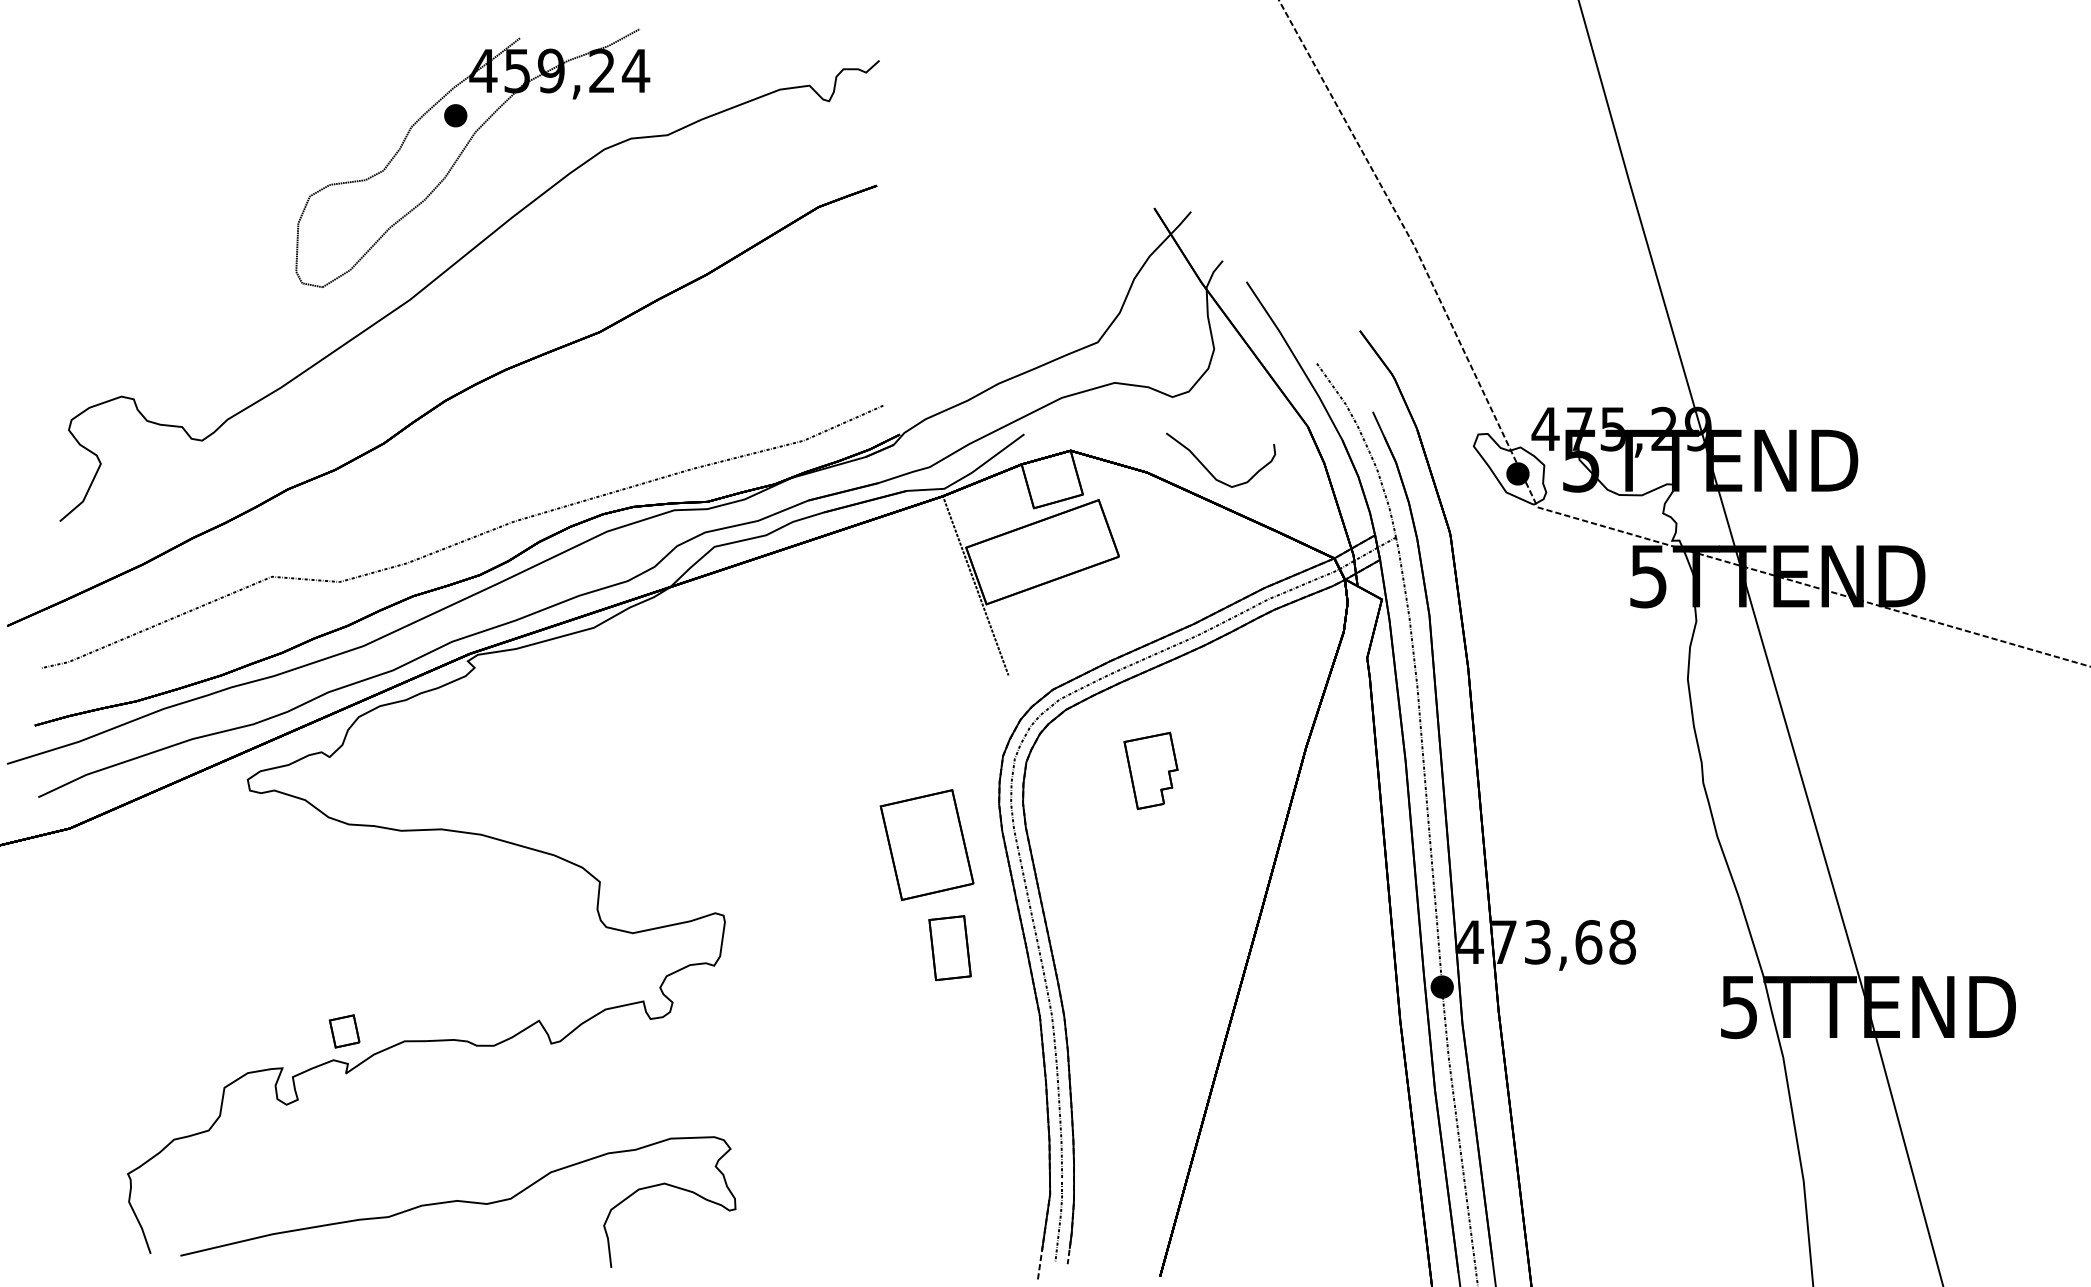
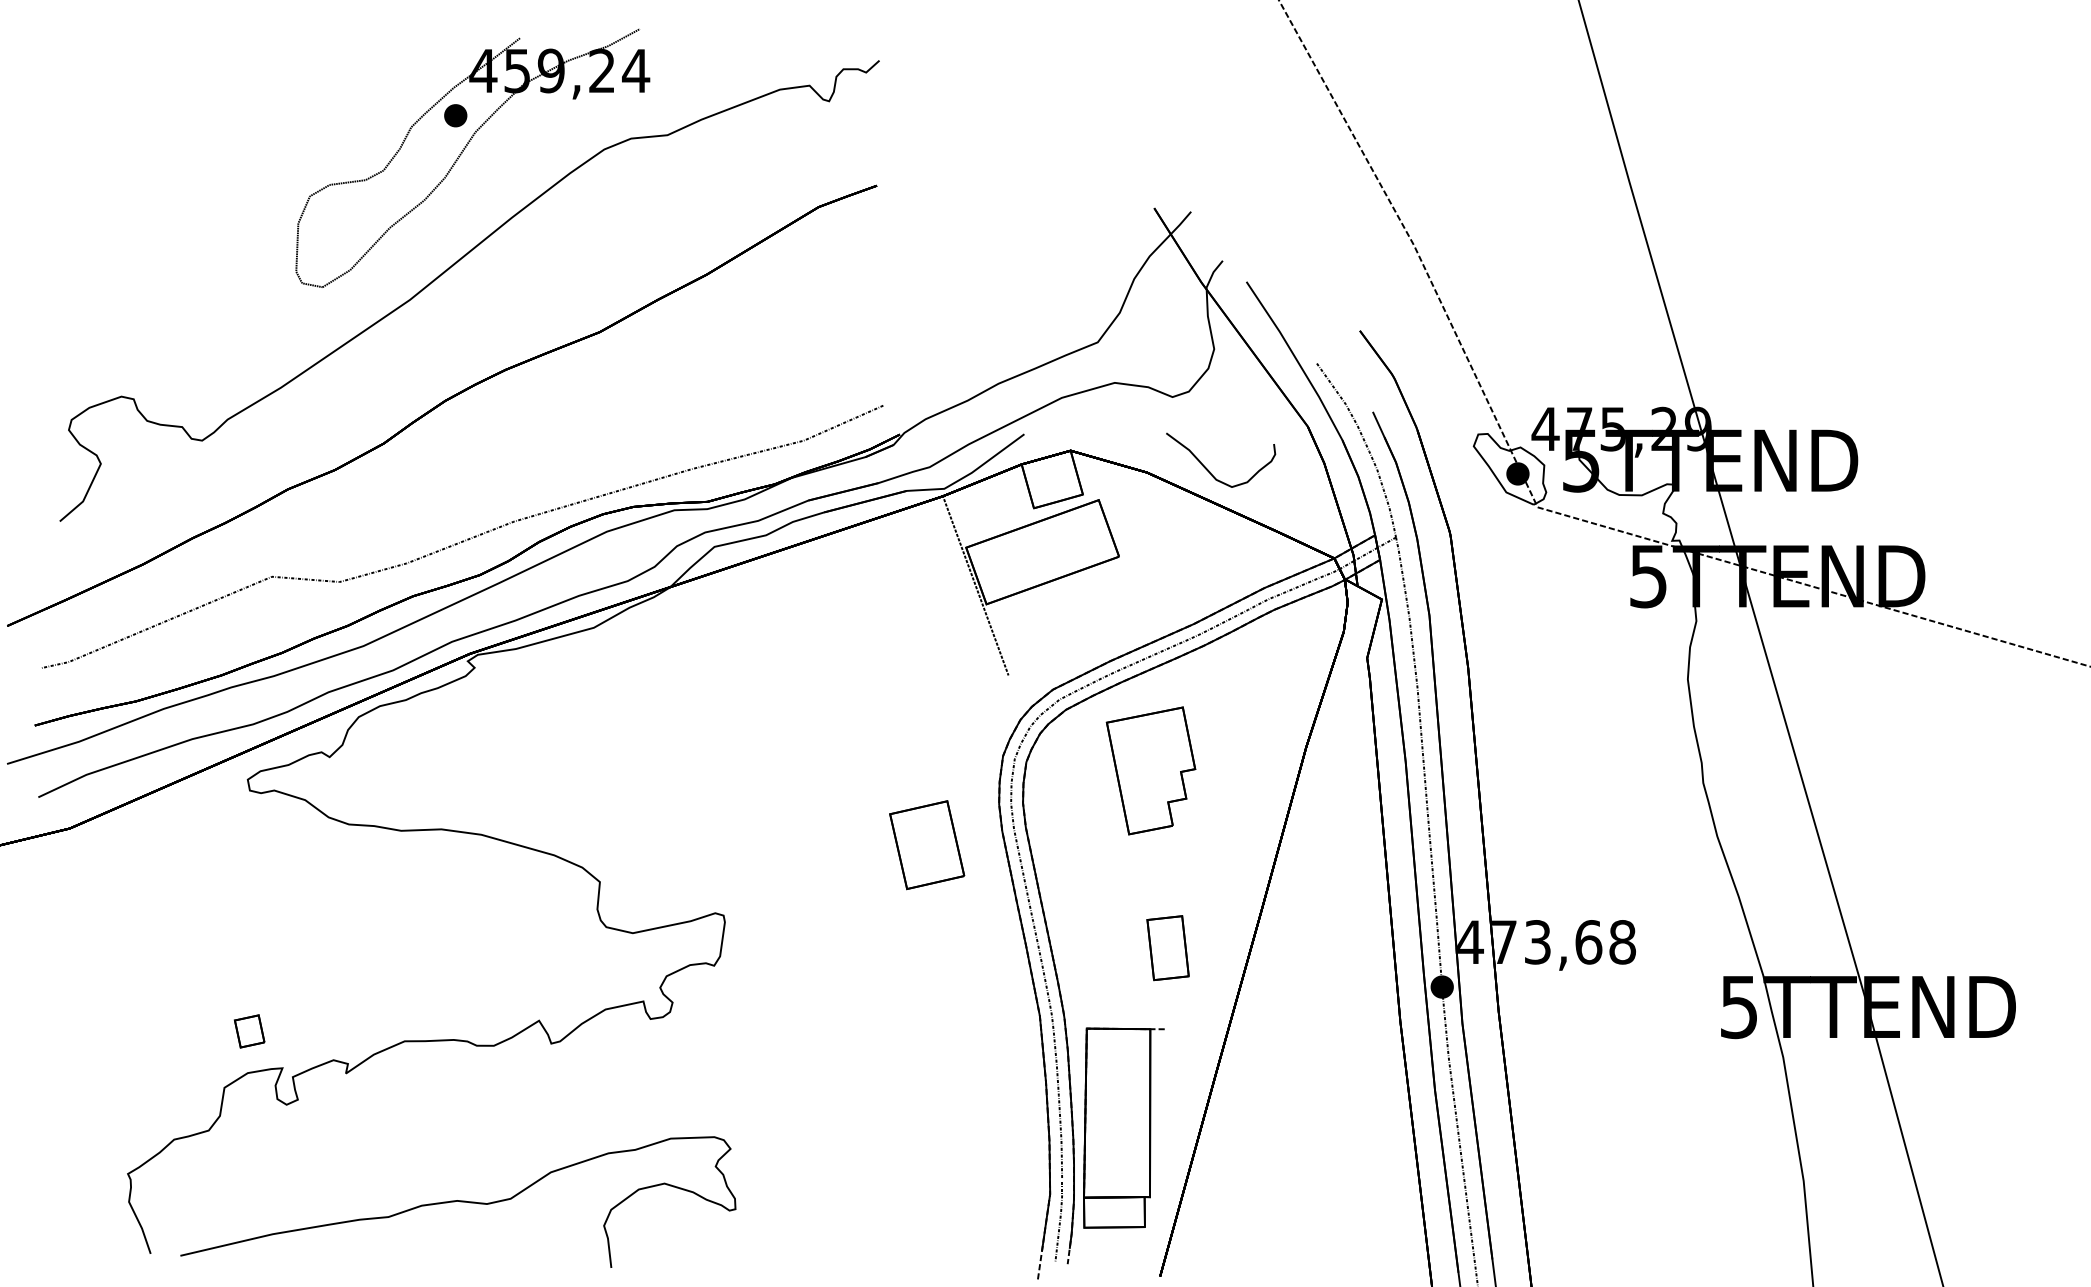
part at (1150, 770) size: 56x79 px -> 92x130 px
part at (926, 844) size: 96x112 px -> 77x91 px
part at (949, 948) position: (949, 948) -> (1167, 948)
part at (344, 1031) position: (344, 1031) -> (249, 1031)
part at (1123, 1127): none -> present
